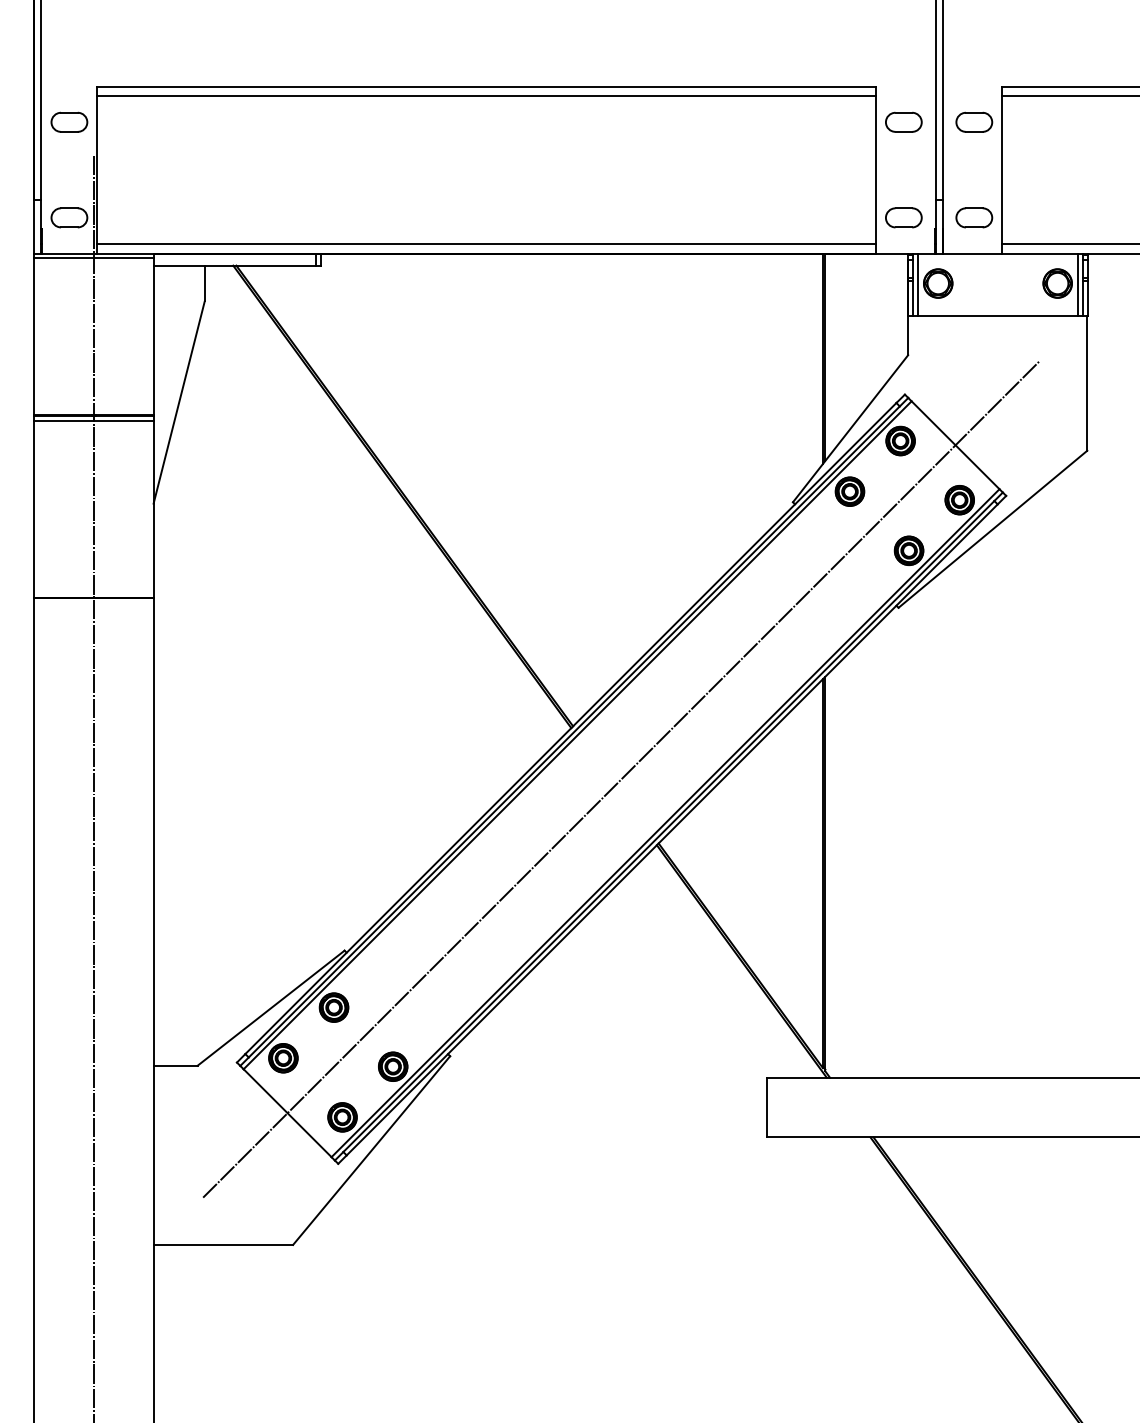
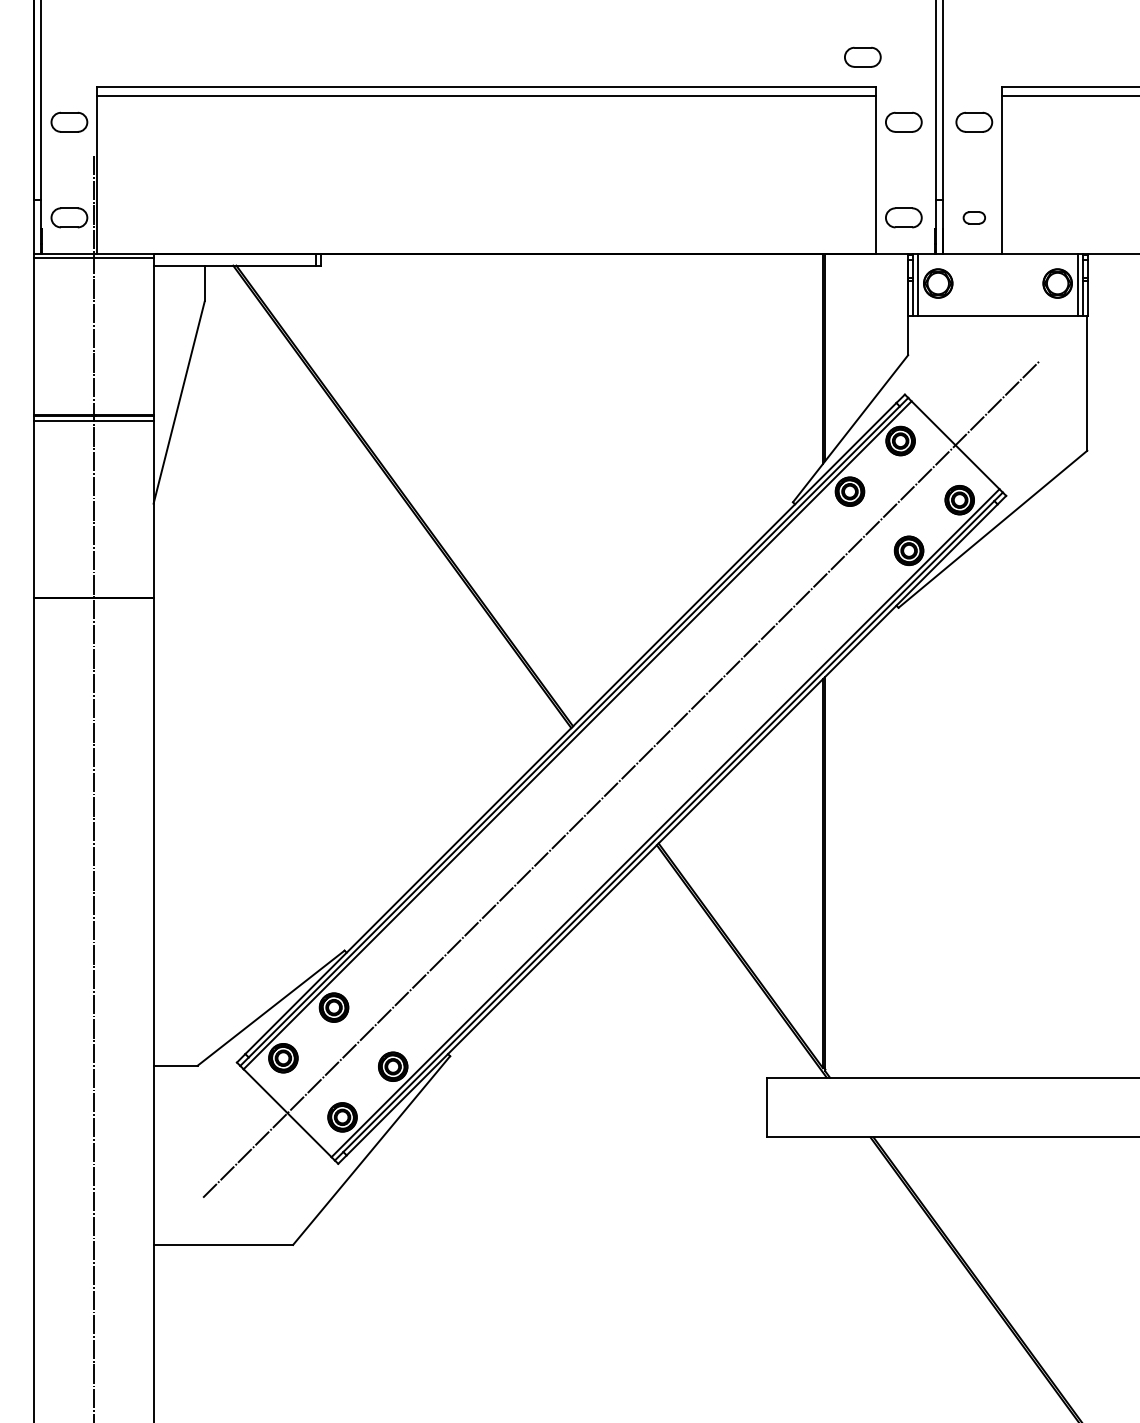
part at (862, 56): none -> present
part at (974, 217) size: 39x22 px -> 24x14 px
line at (486, 244): present -> none
line at (1069, 244): present -> none
